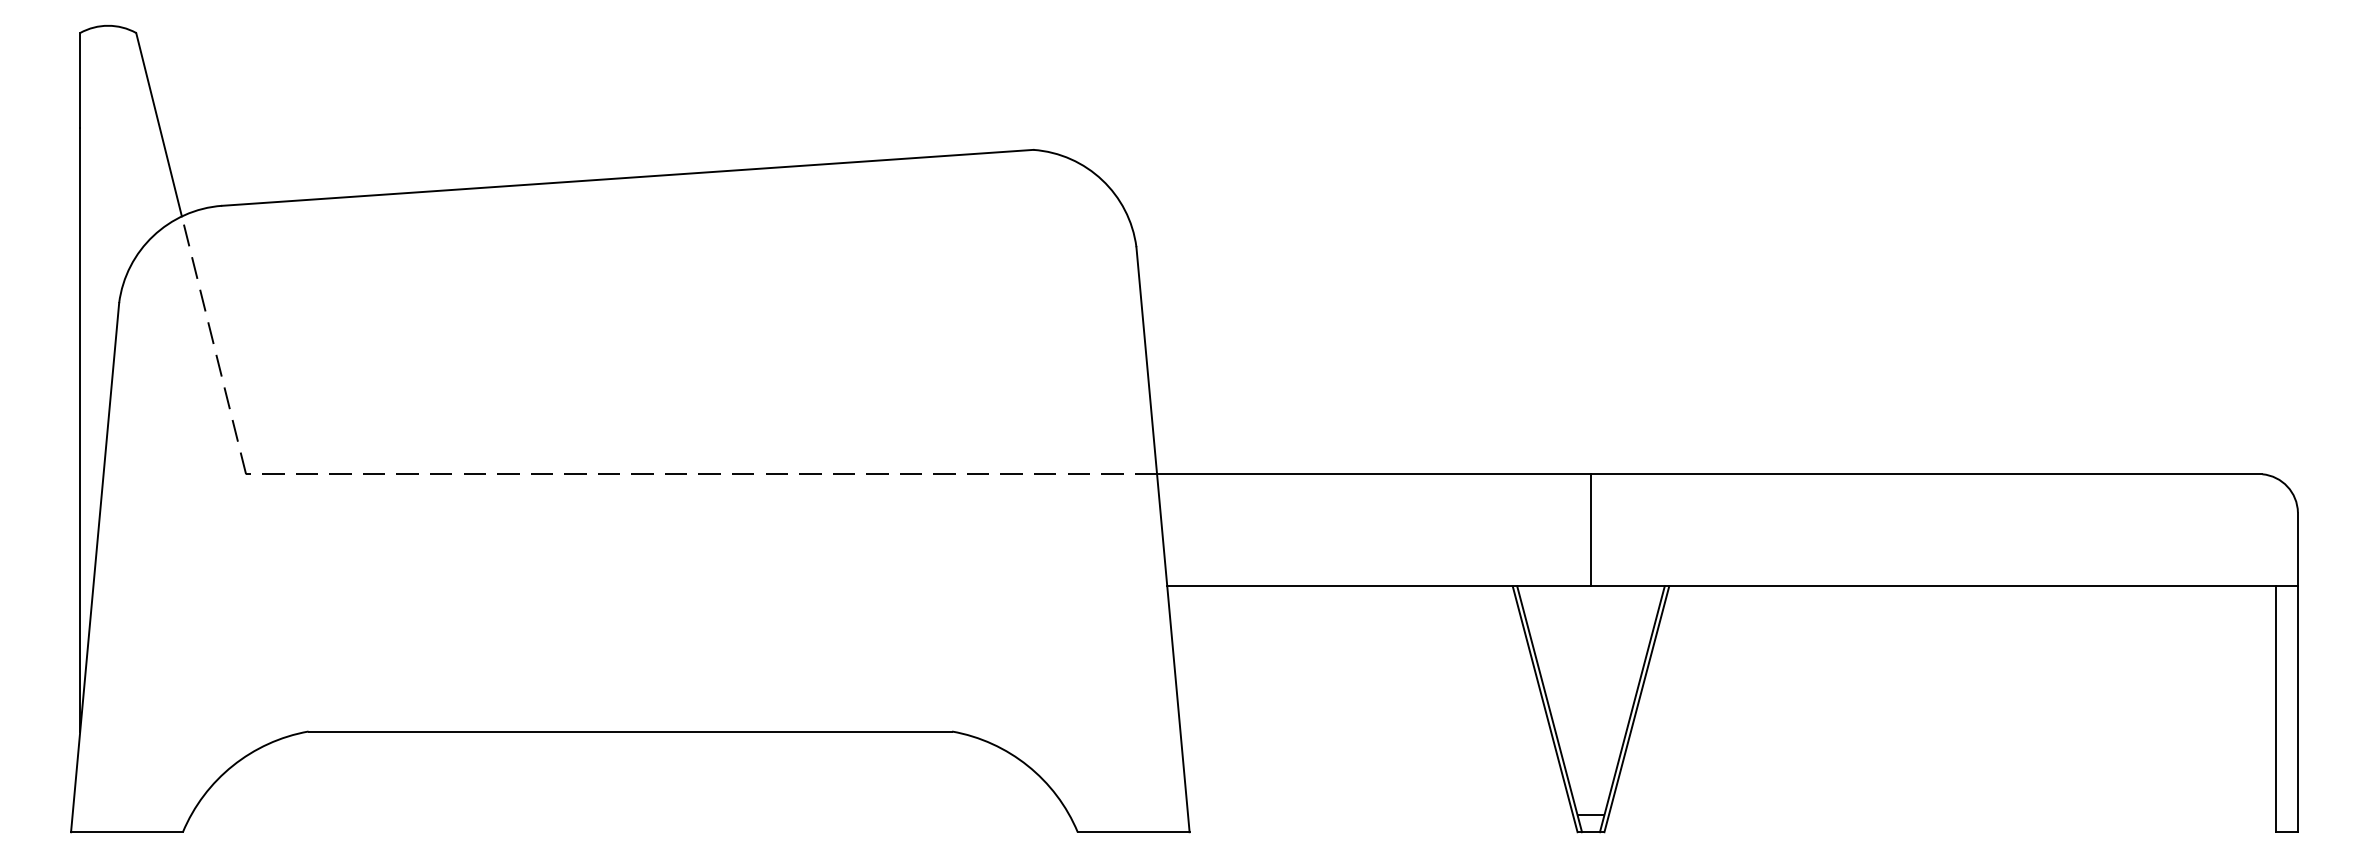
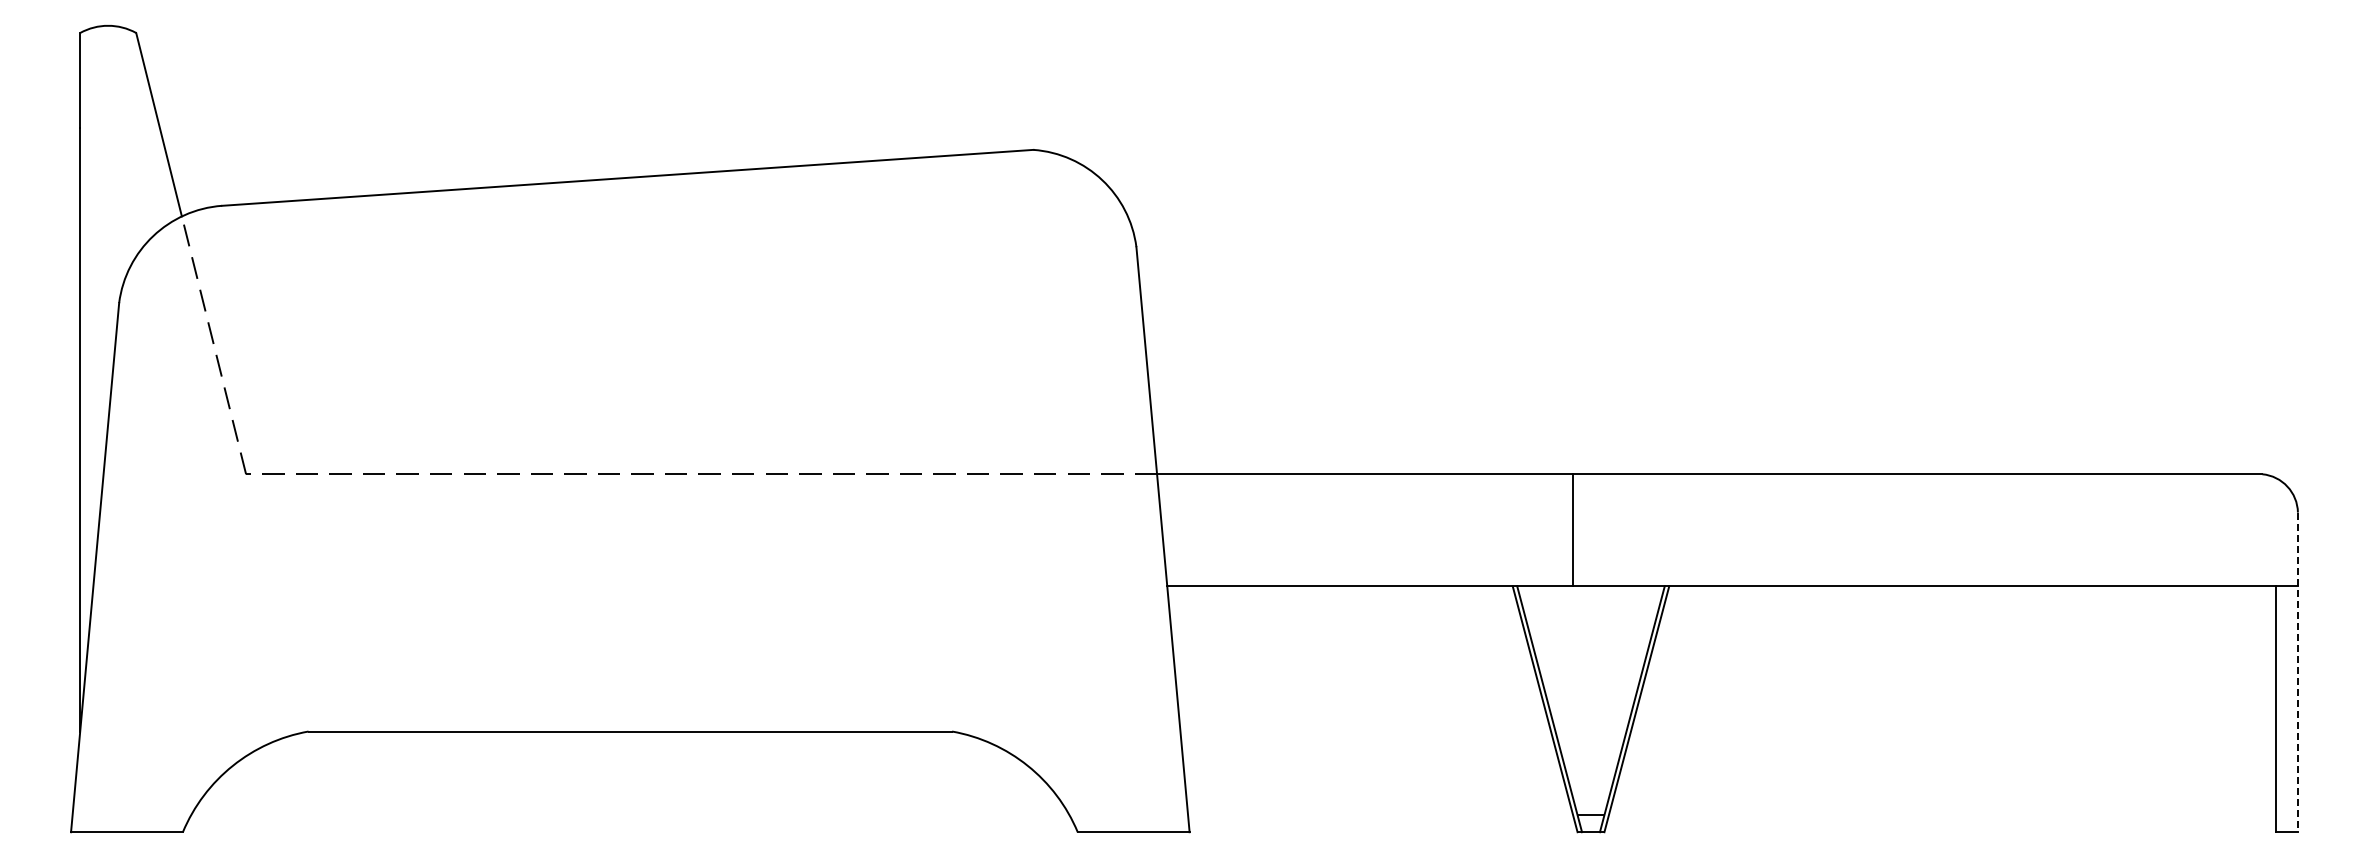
line at (1591, 530) position: (1591, 530) -> (1573, 530)
line at (2297, 672): solid -> dashed
